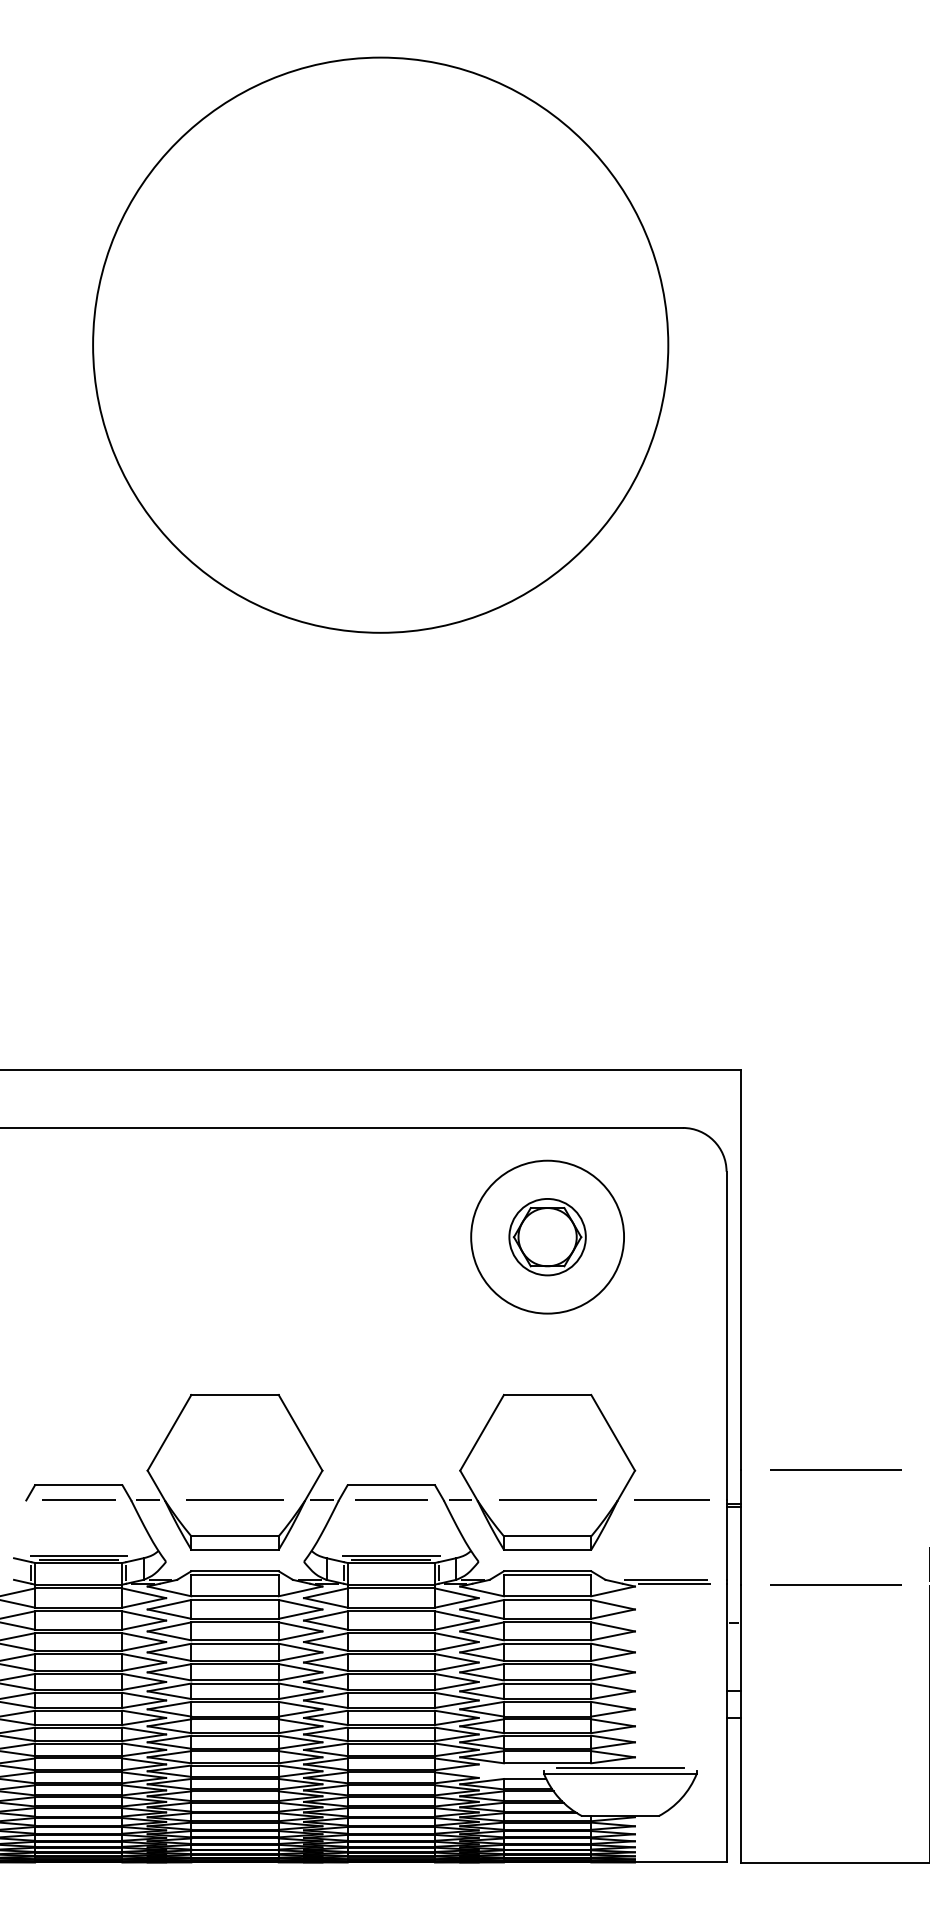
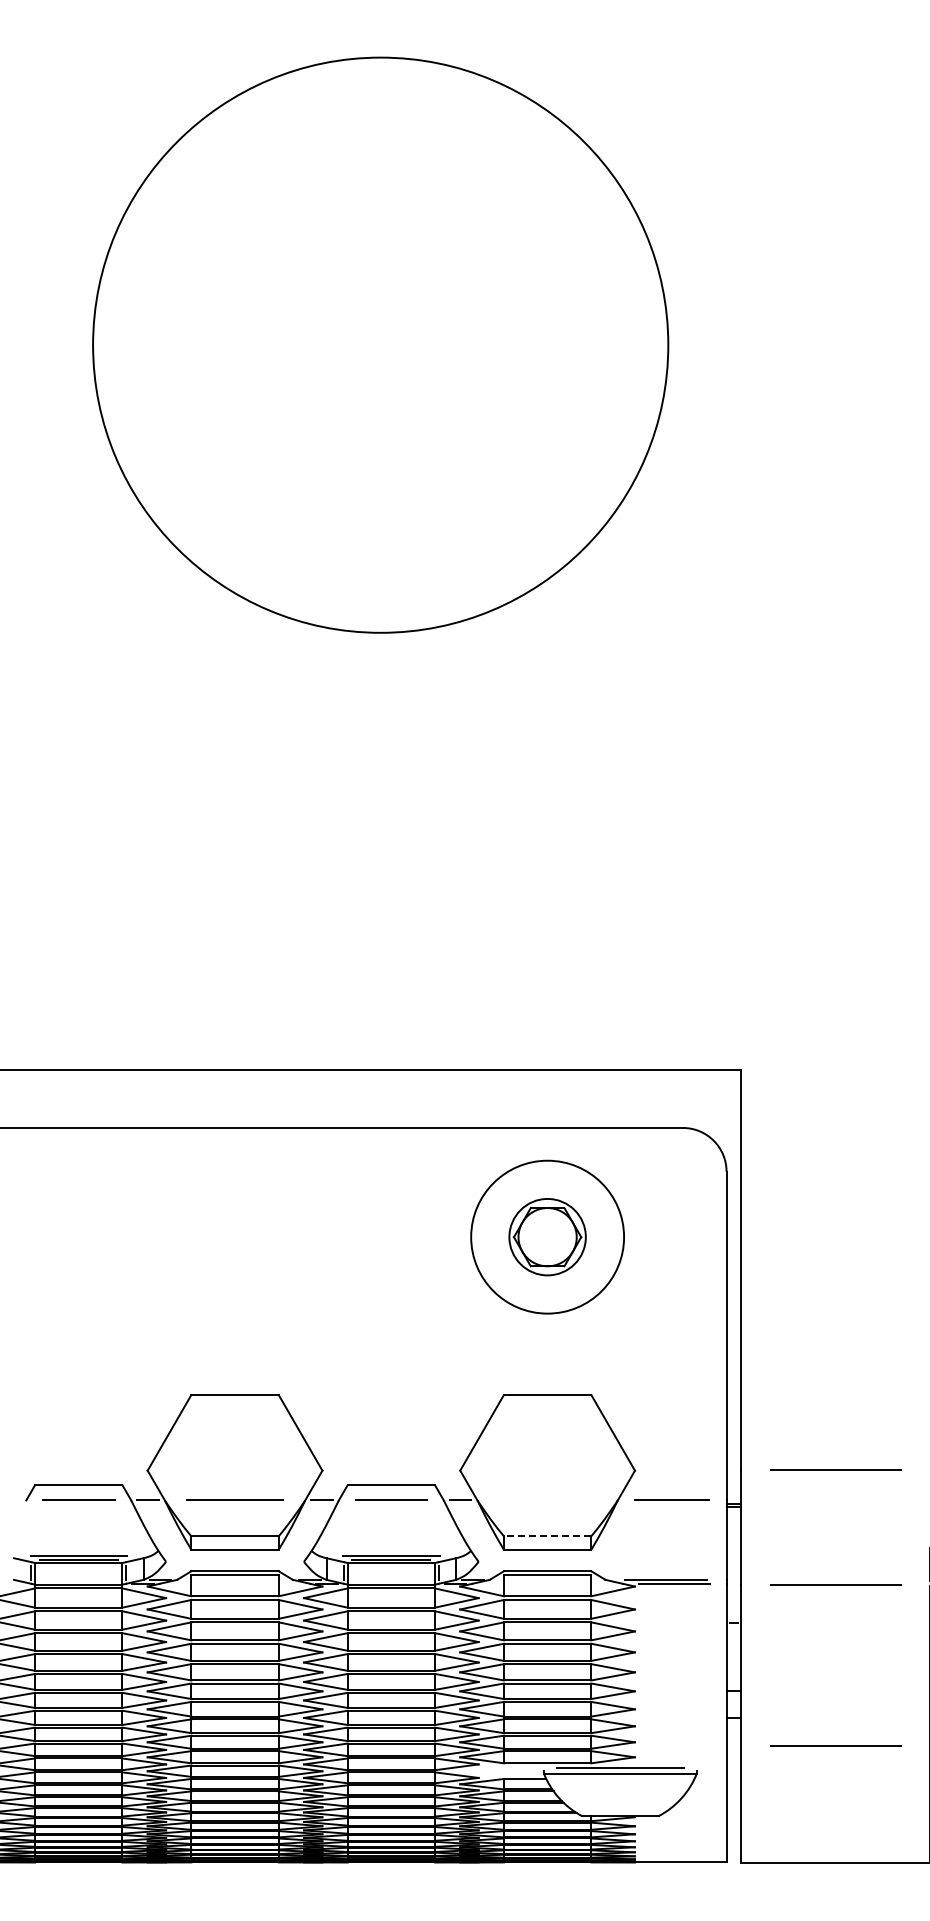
line at (547, 1500): present -> none
line at (547, 1536): solid -> dashed
line at (835, 1745): none -> present
